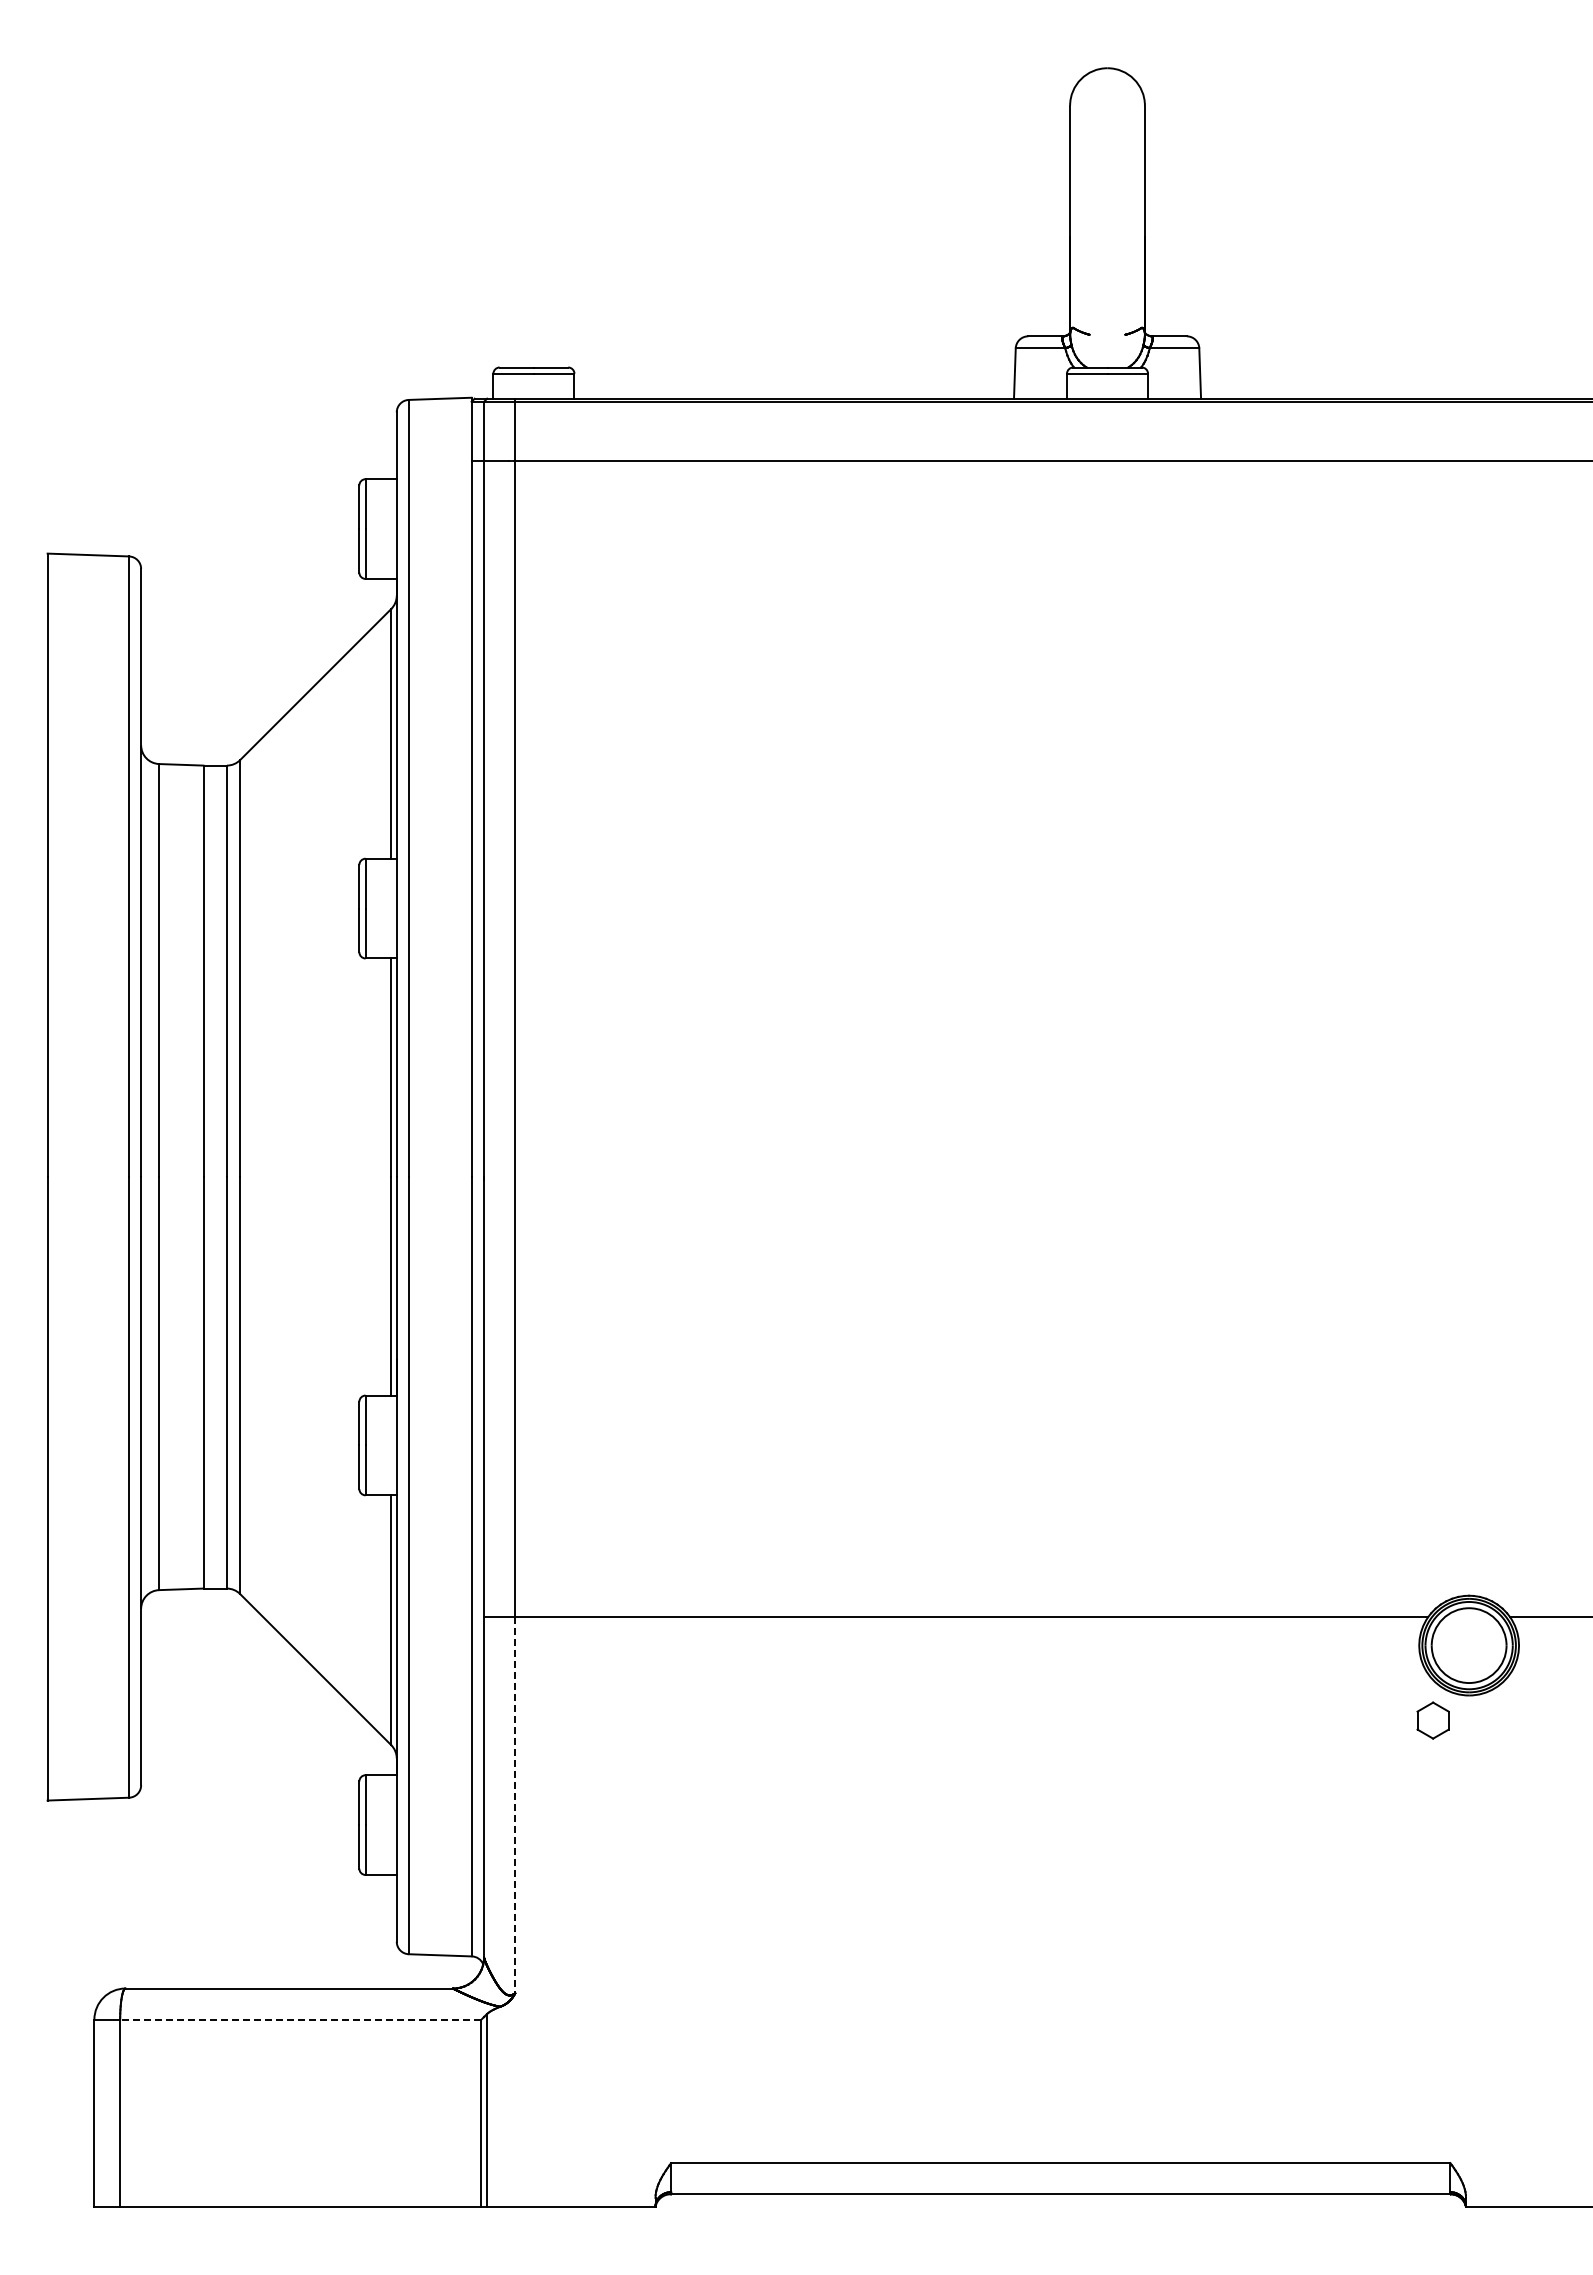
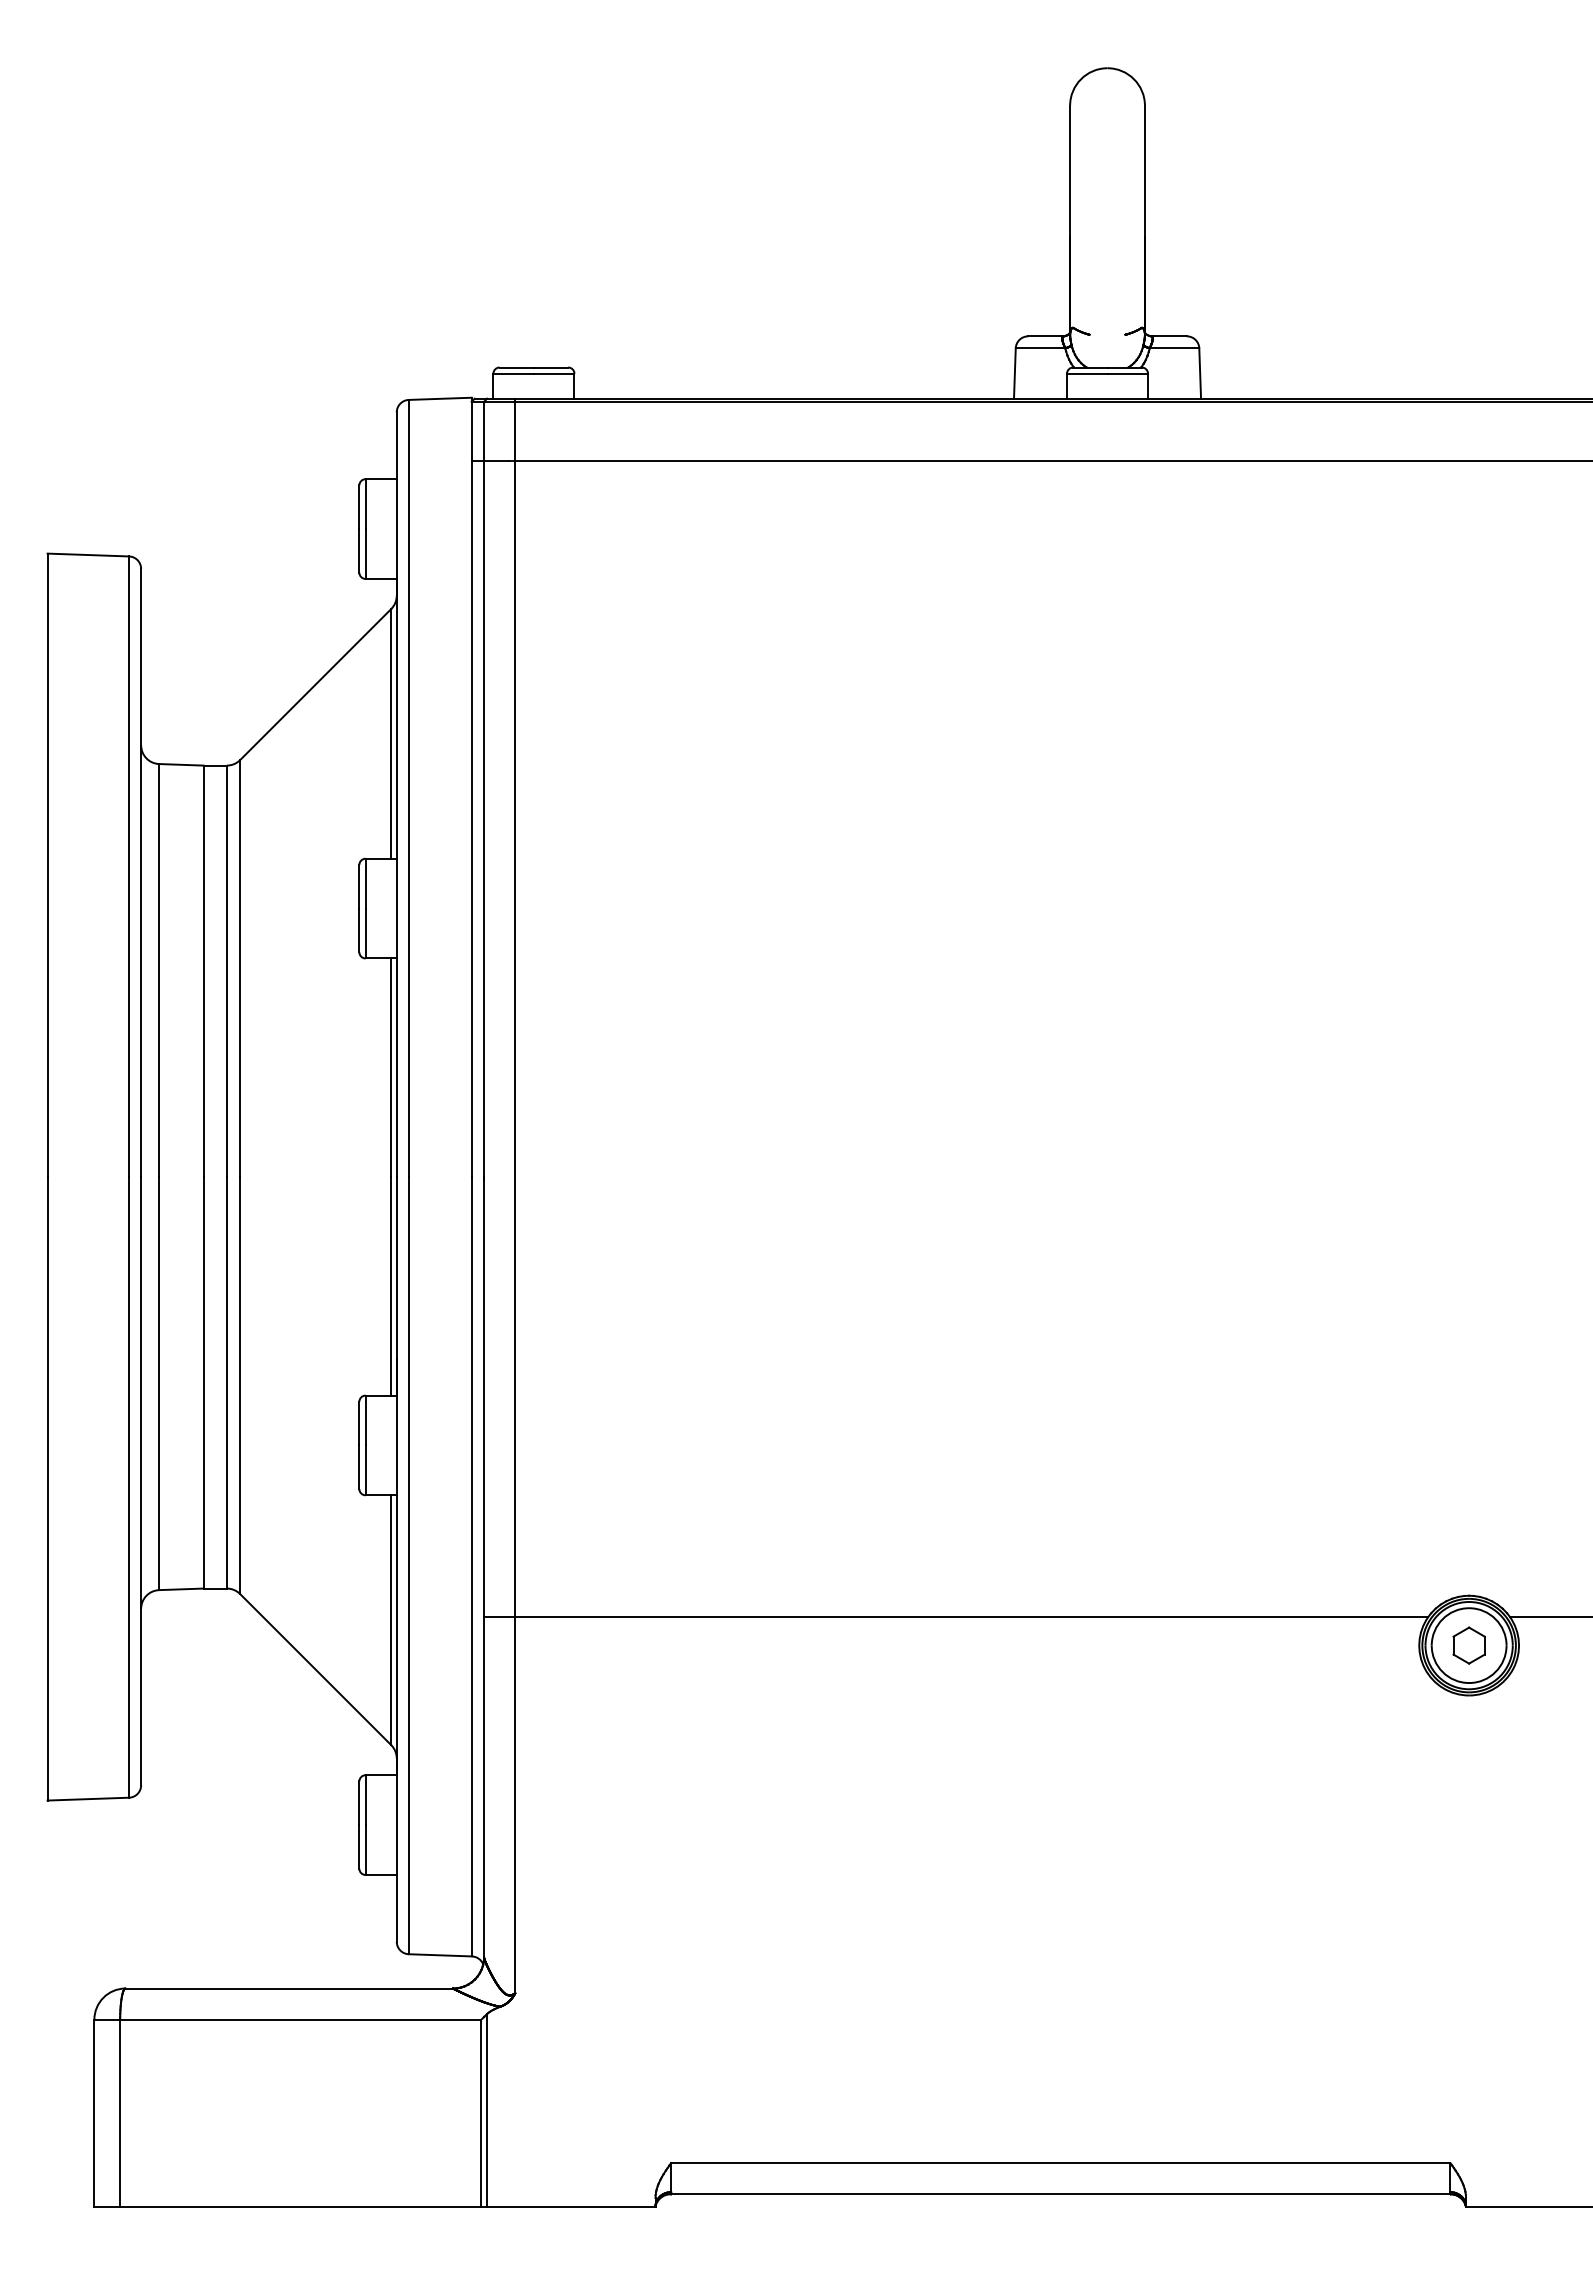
part at (1432, 1720) position: (1432, 1720) -> (1468, 1645)
line at (515, 1805): dashed -> solid
line at (300, 2019): dashed -> solid
